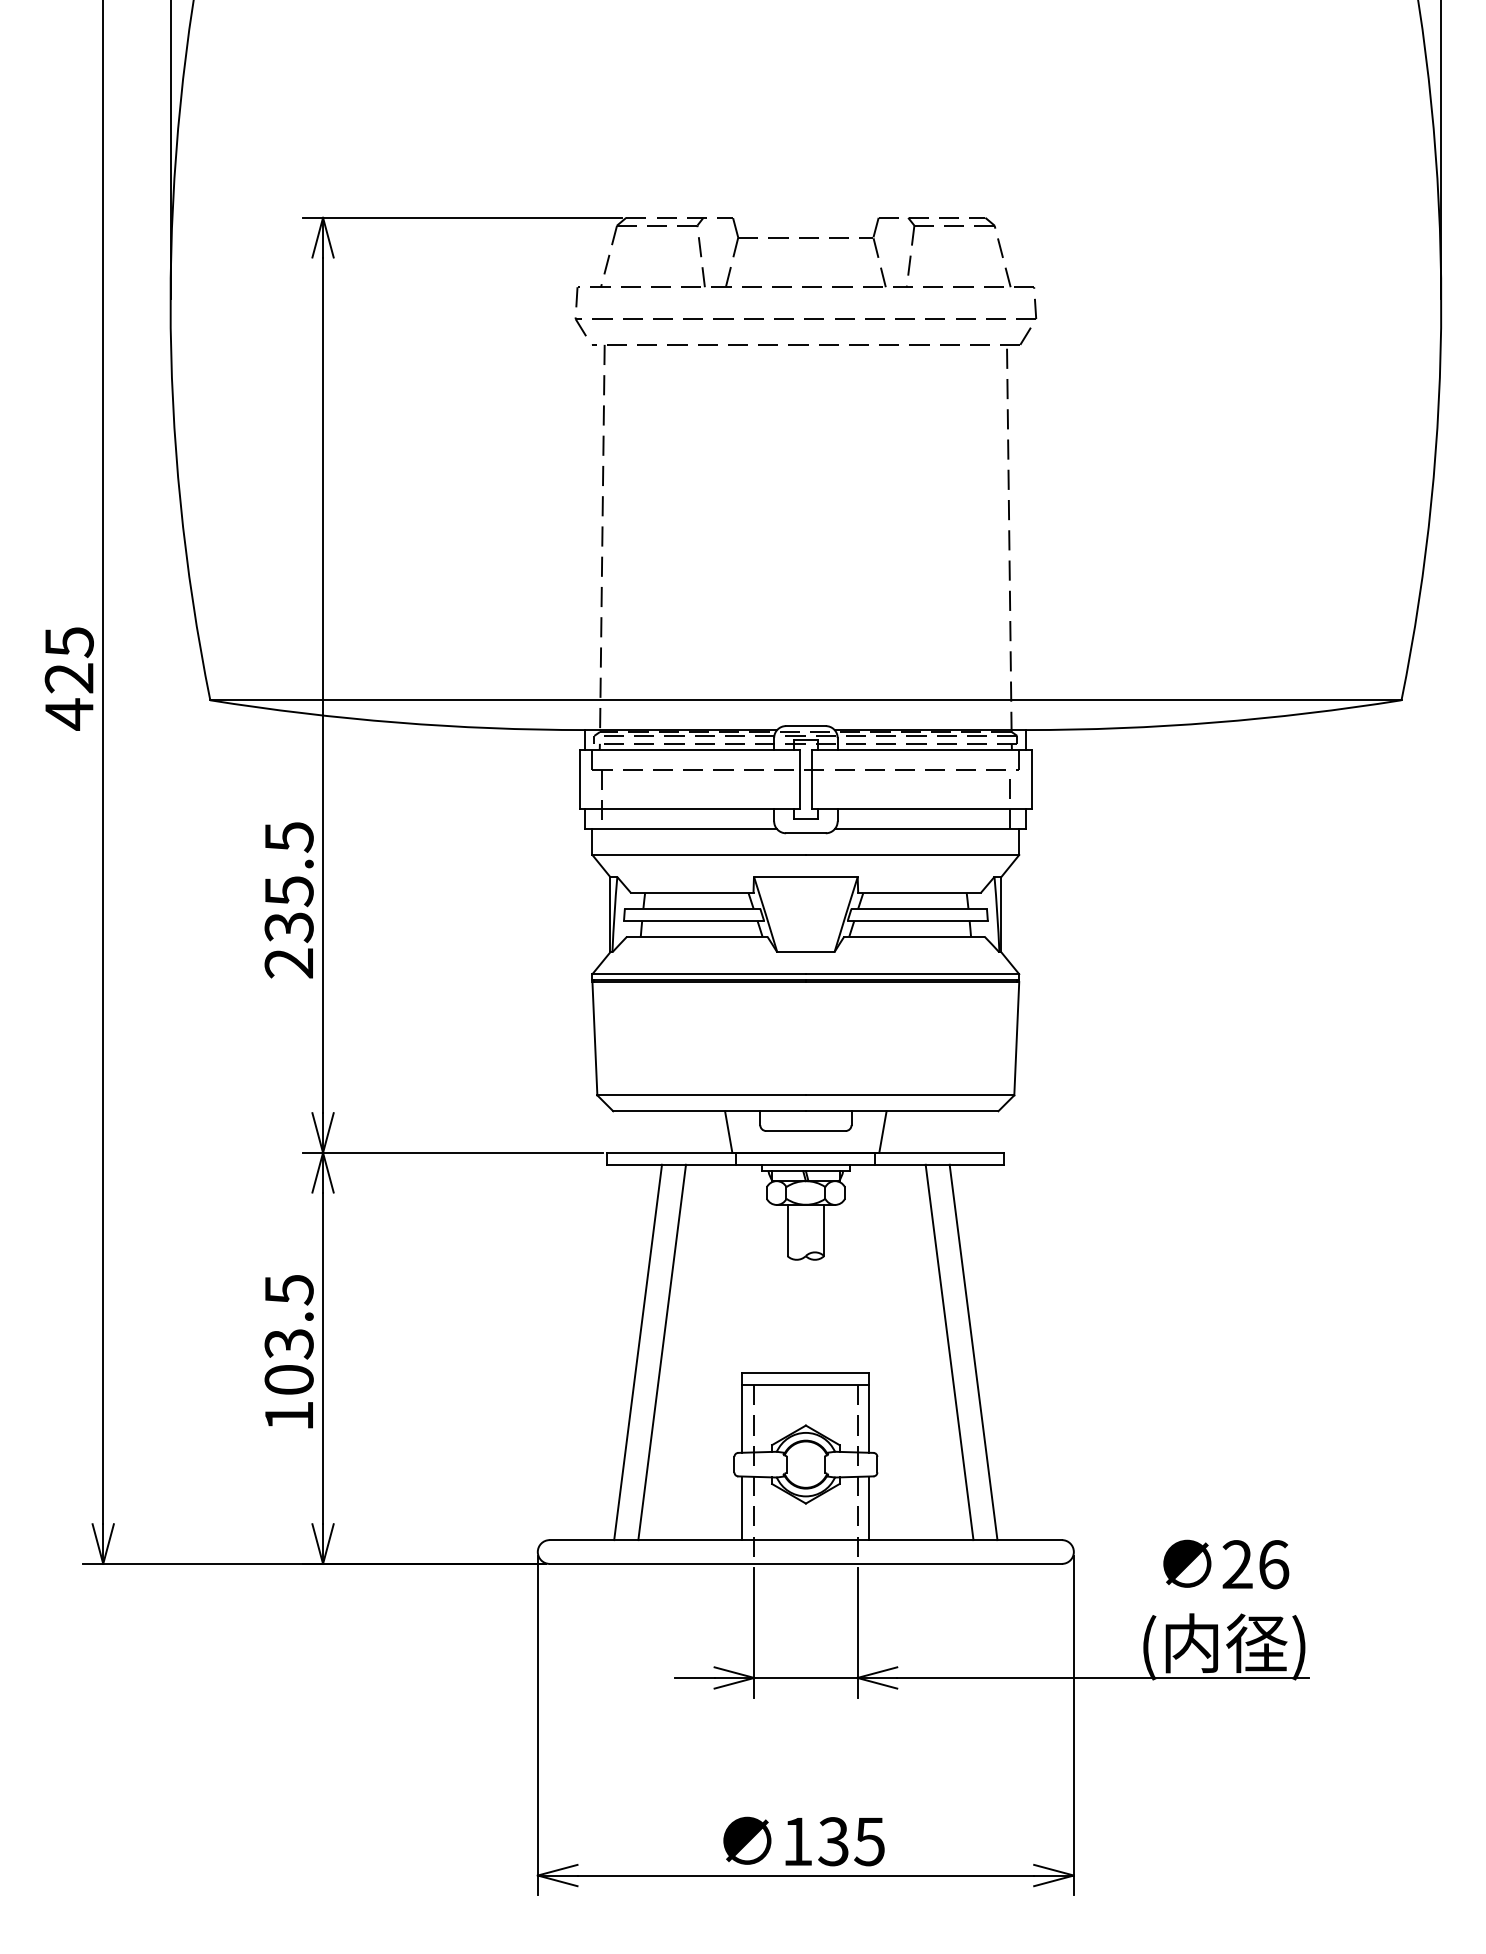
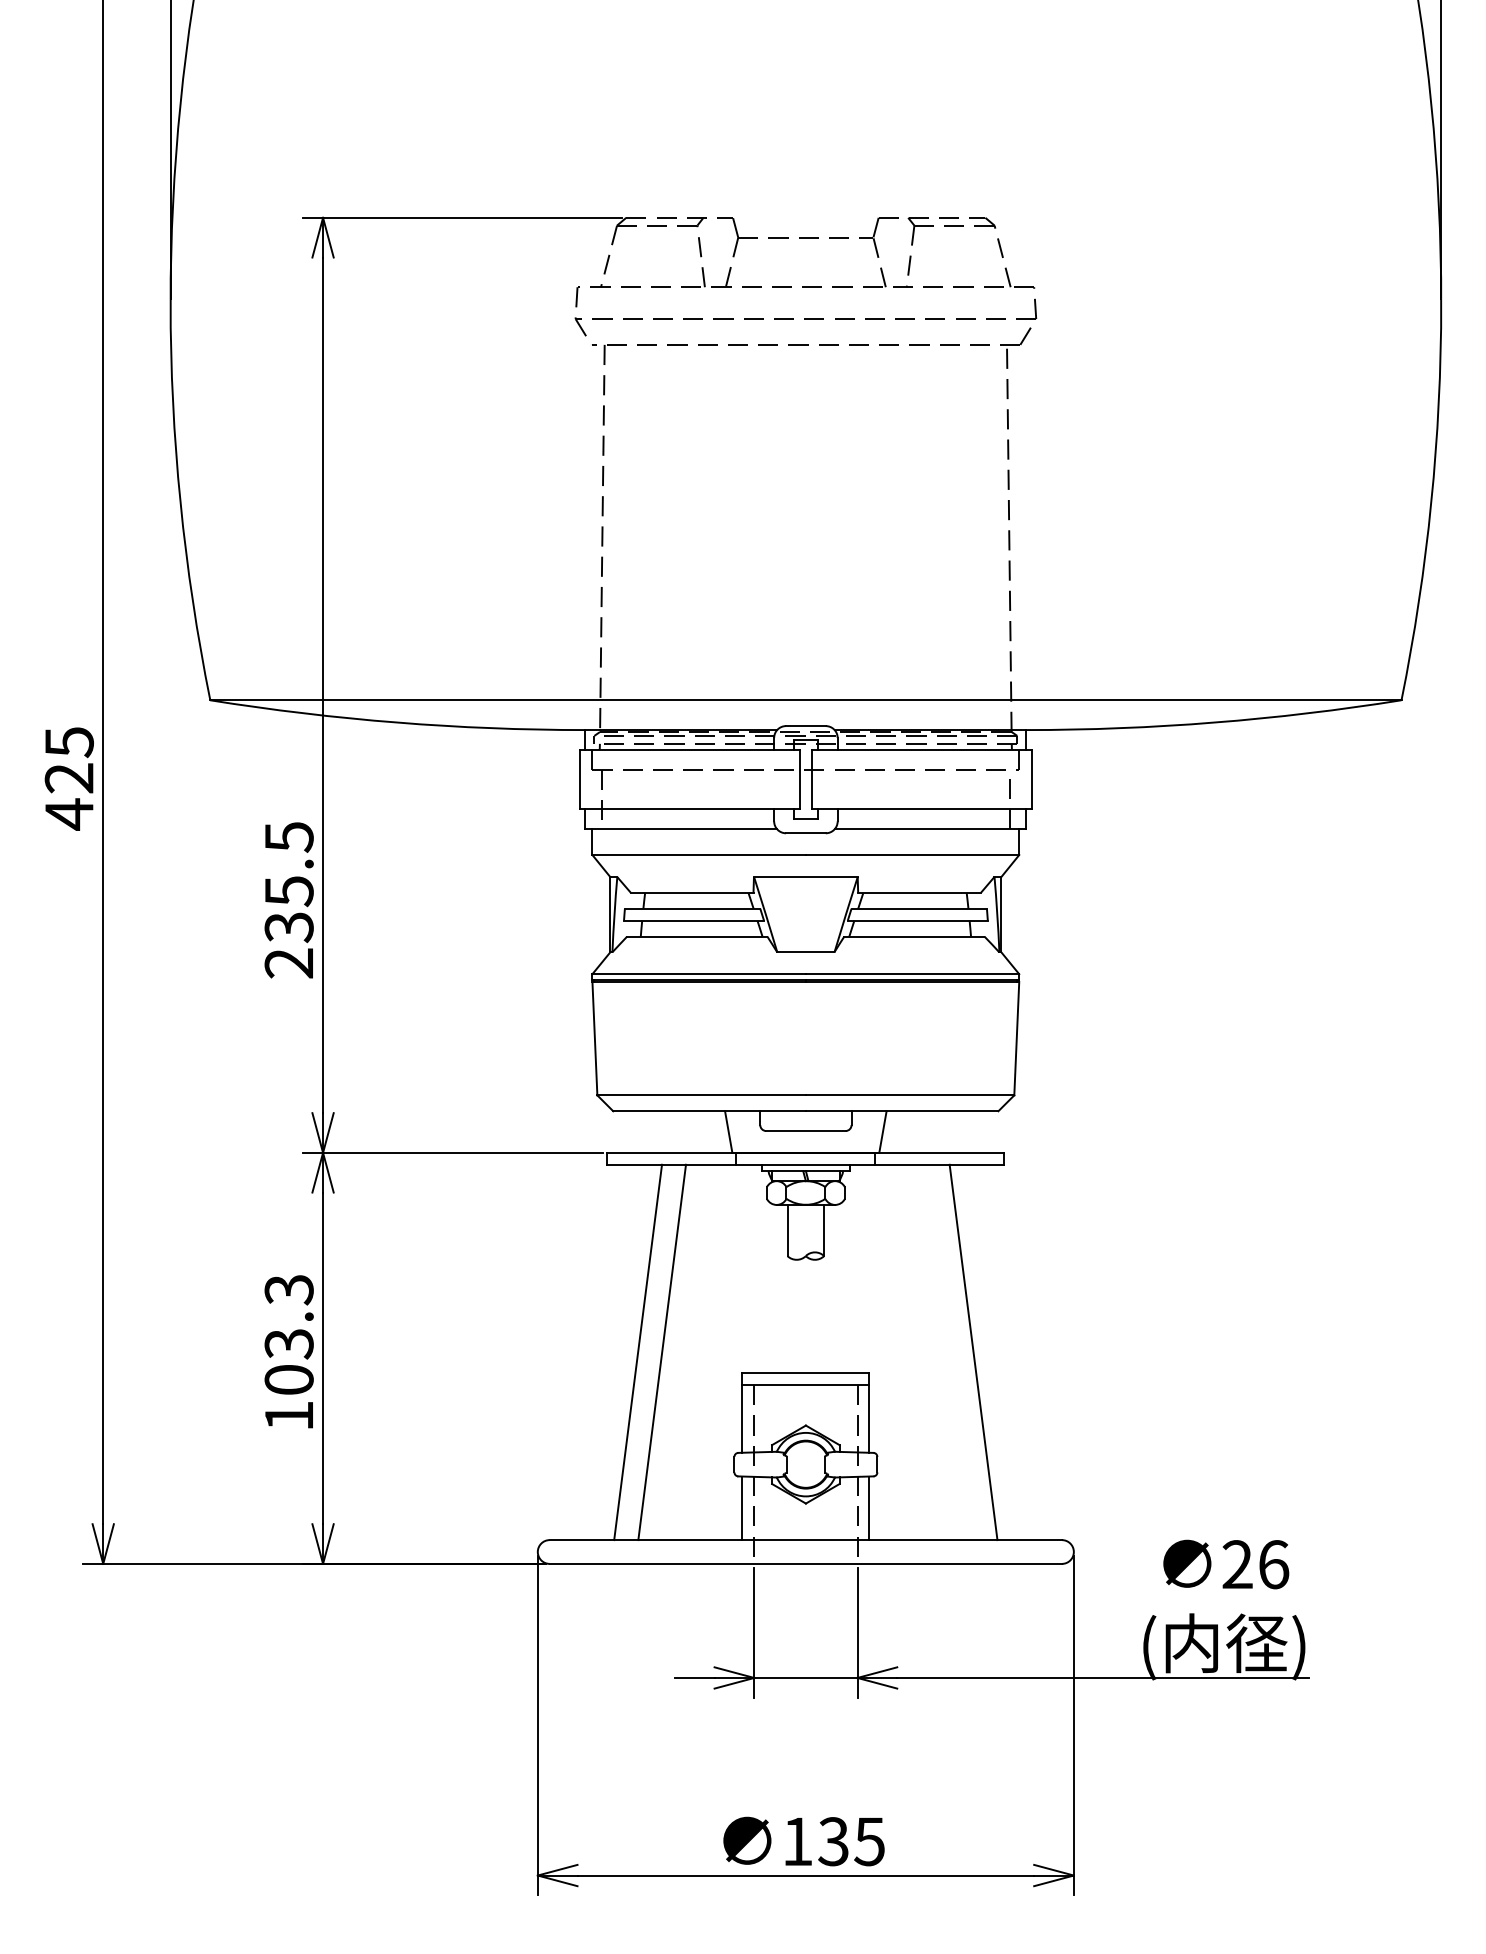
text at (68, 678) position: (68, 678) -> (68, 778)
text at (288, 1290): 103.5 -> 103.3
line at (949, 1352): present -> none
